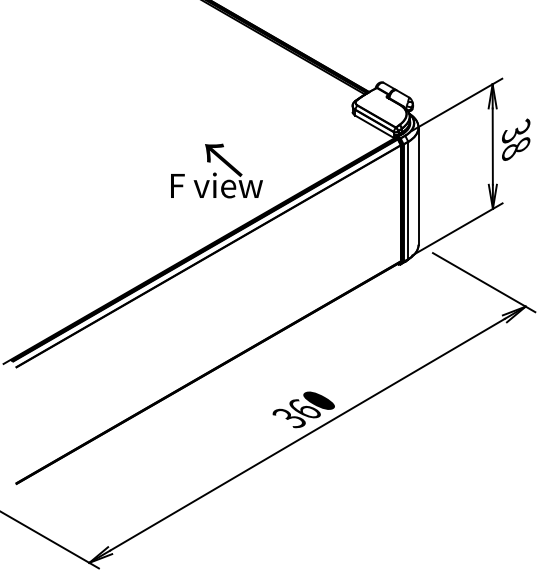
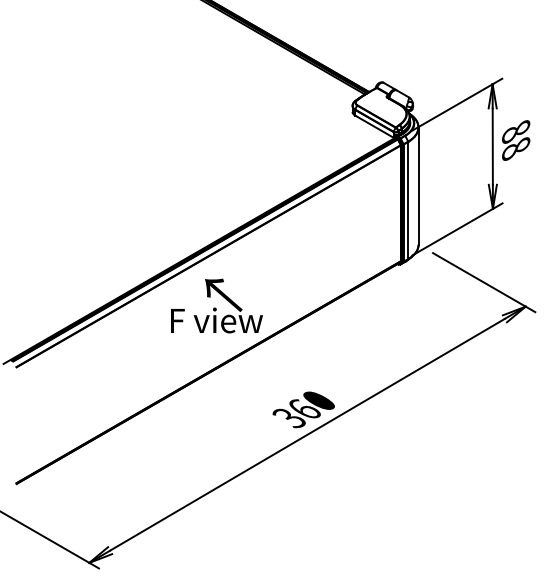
text at (516, 130): 38 -> 88
text at (216, 170) position: (216, 170) -> (216, 305)
